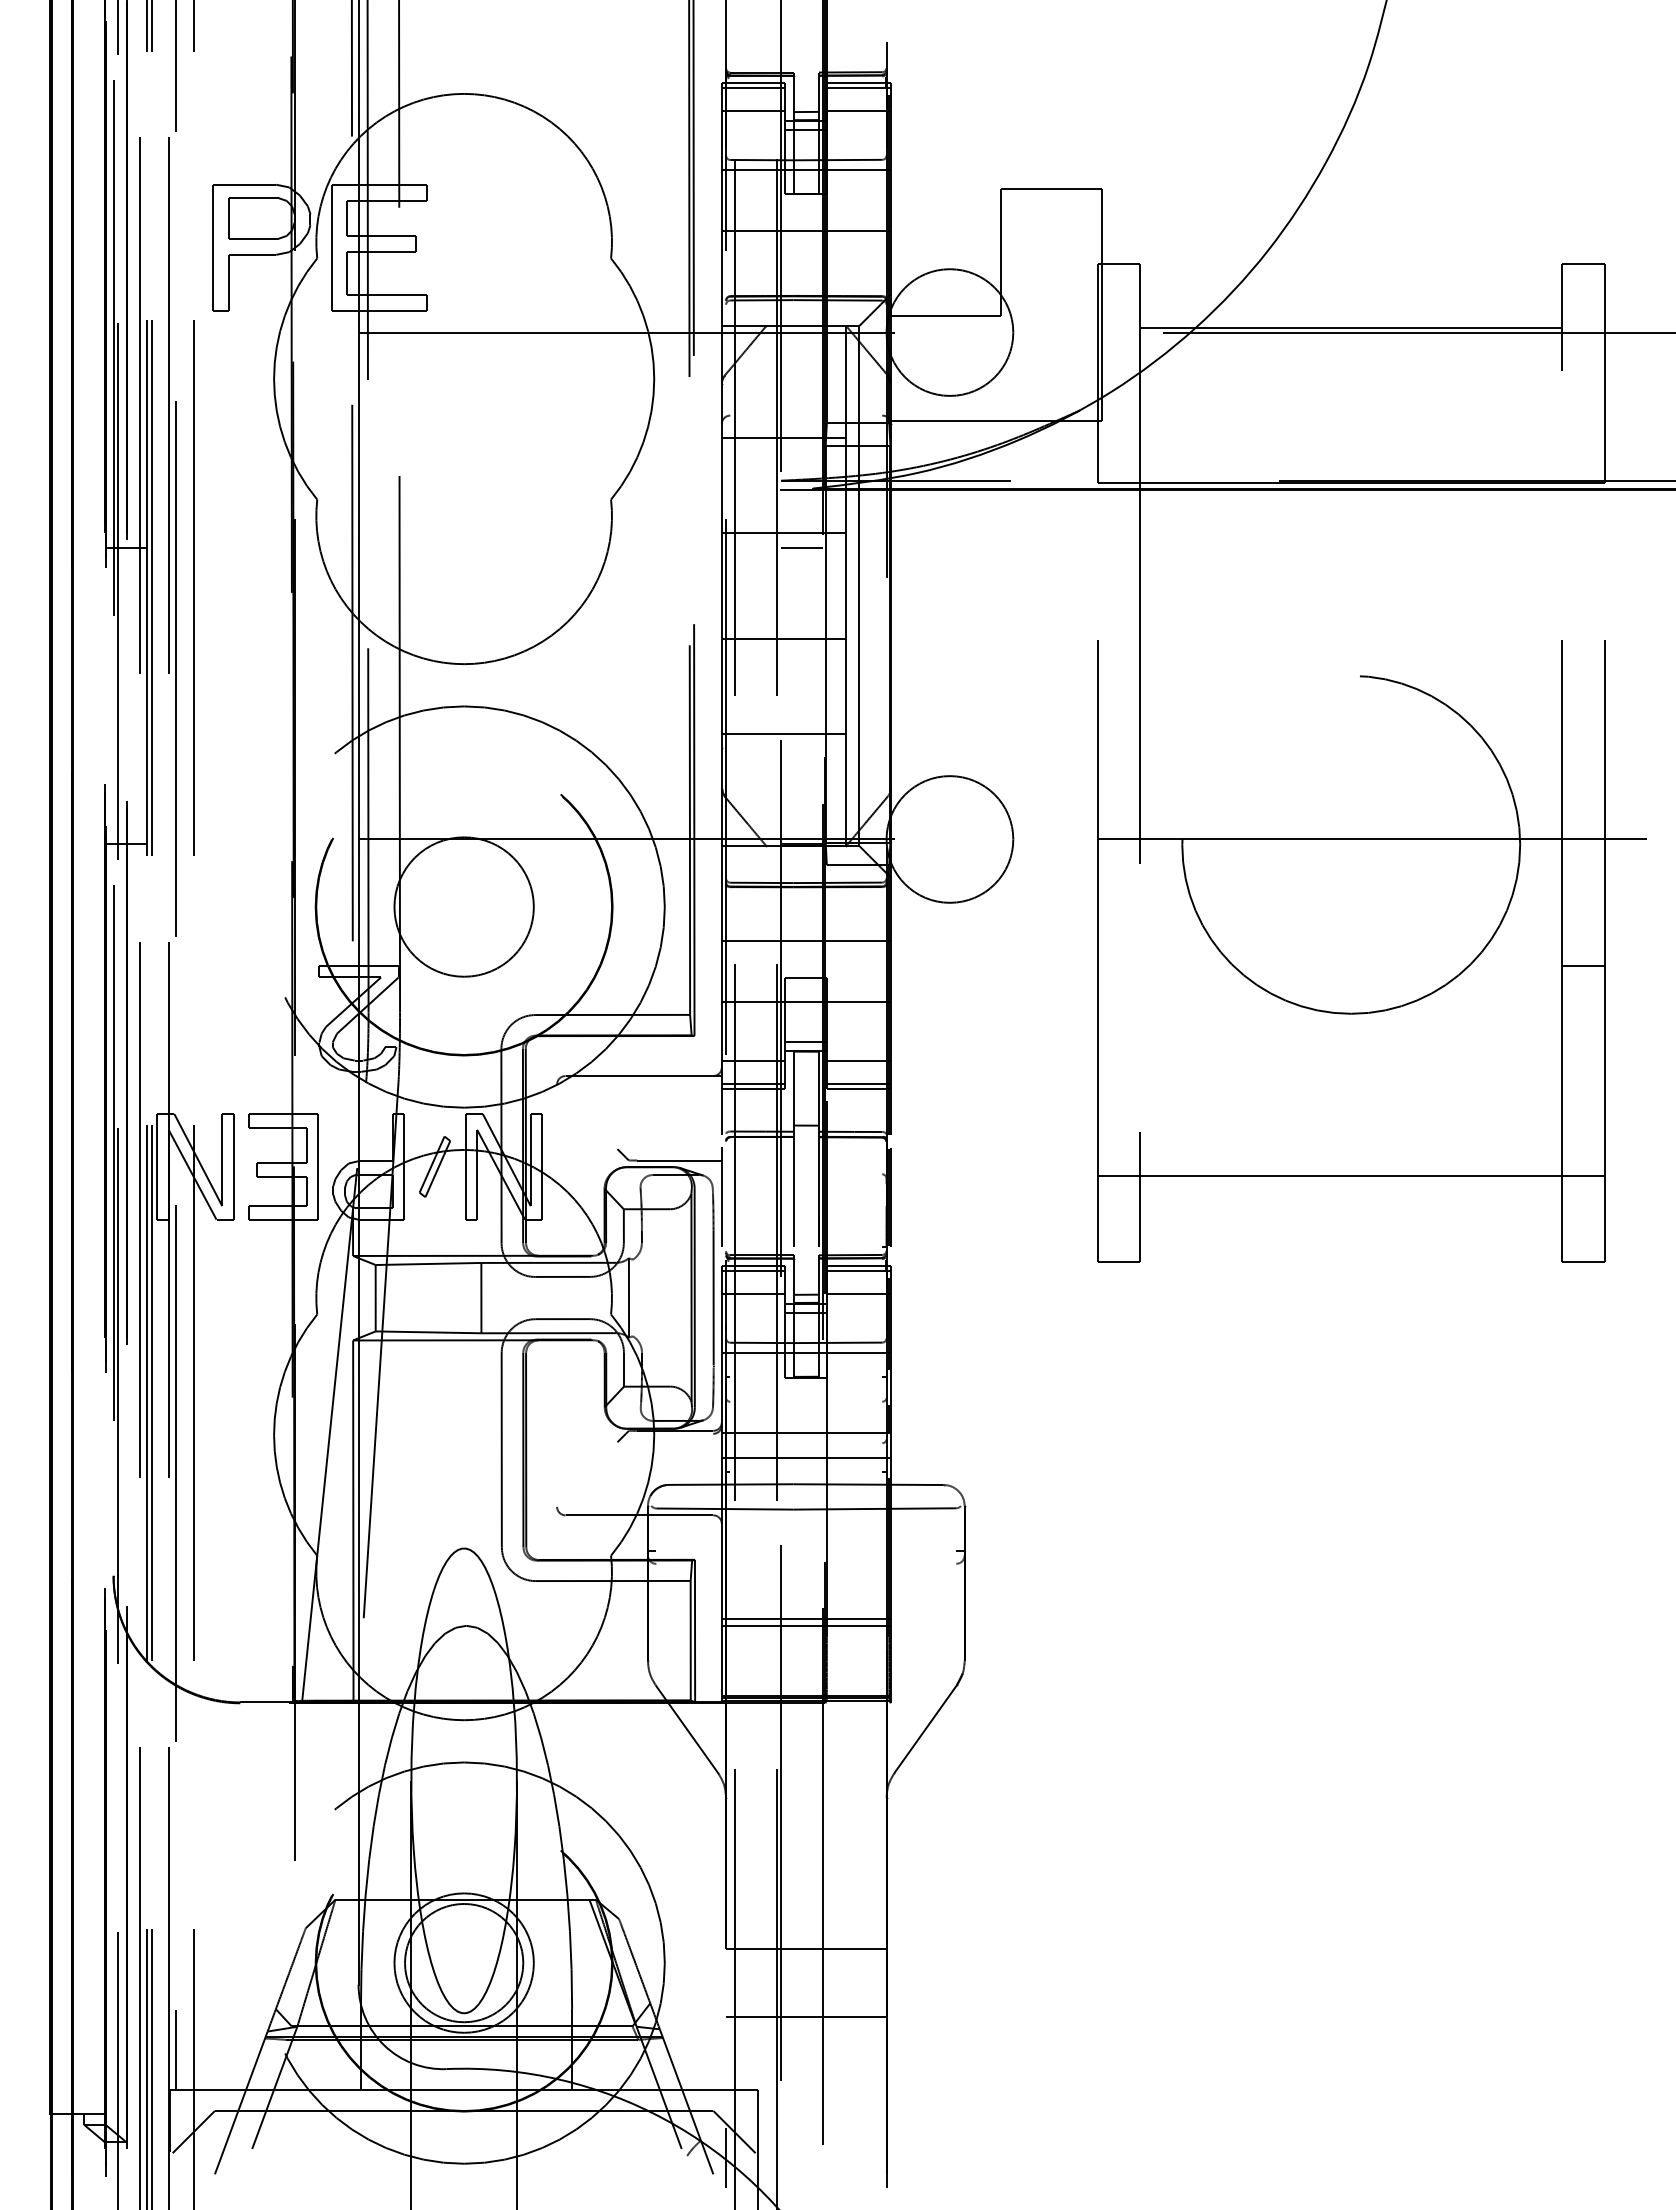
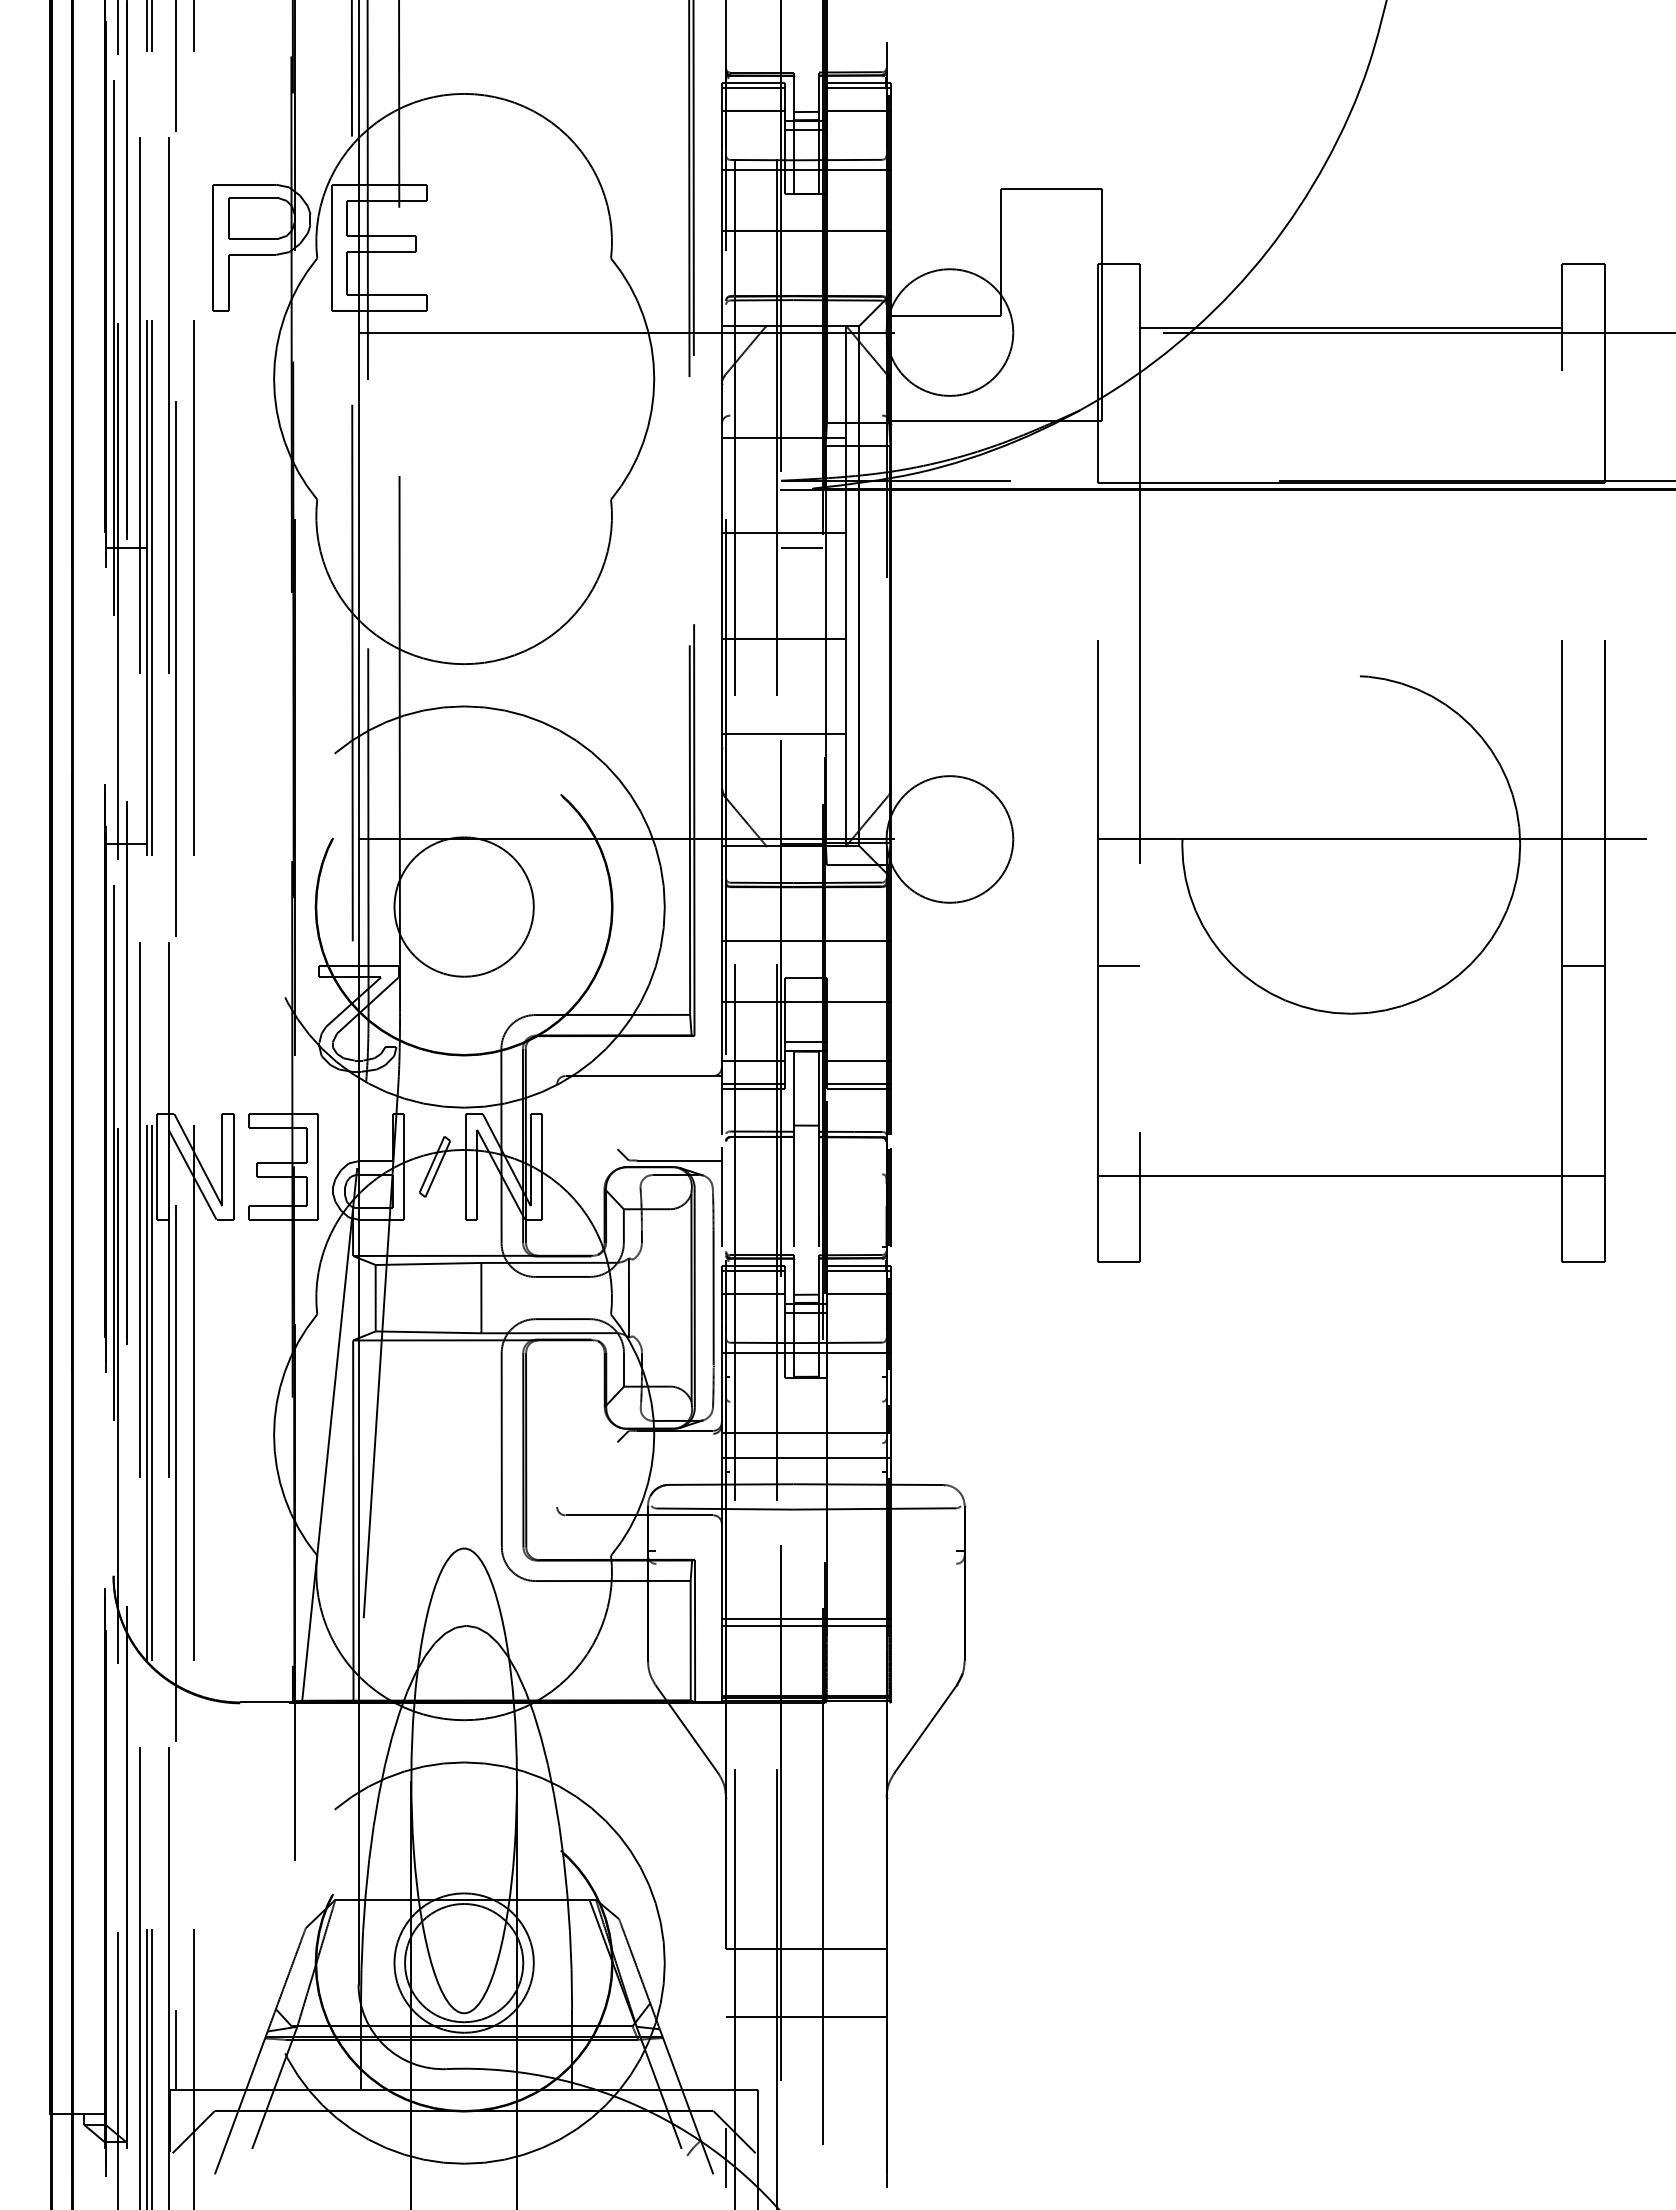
line at (1118, 966): none -> present
